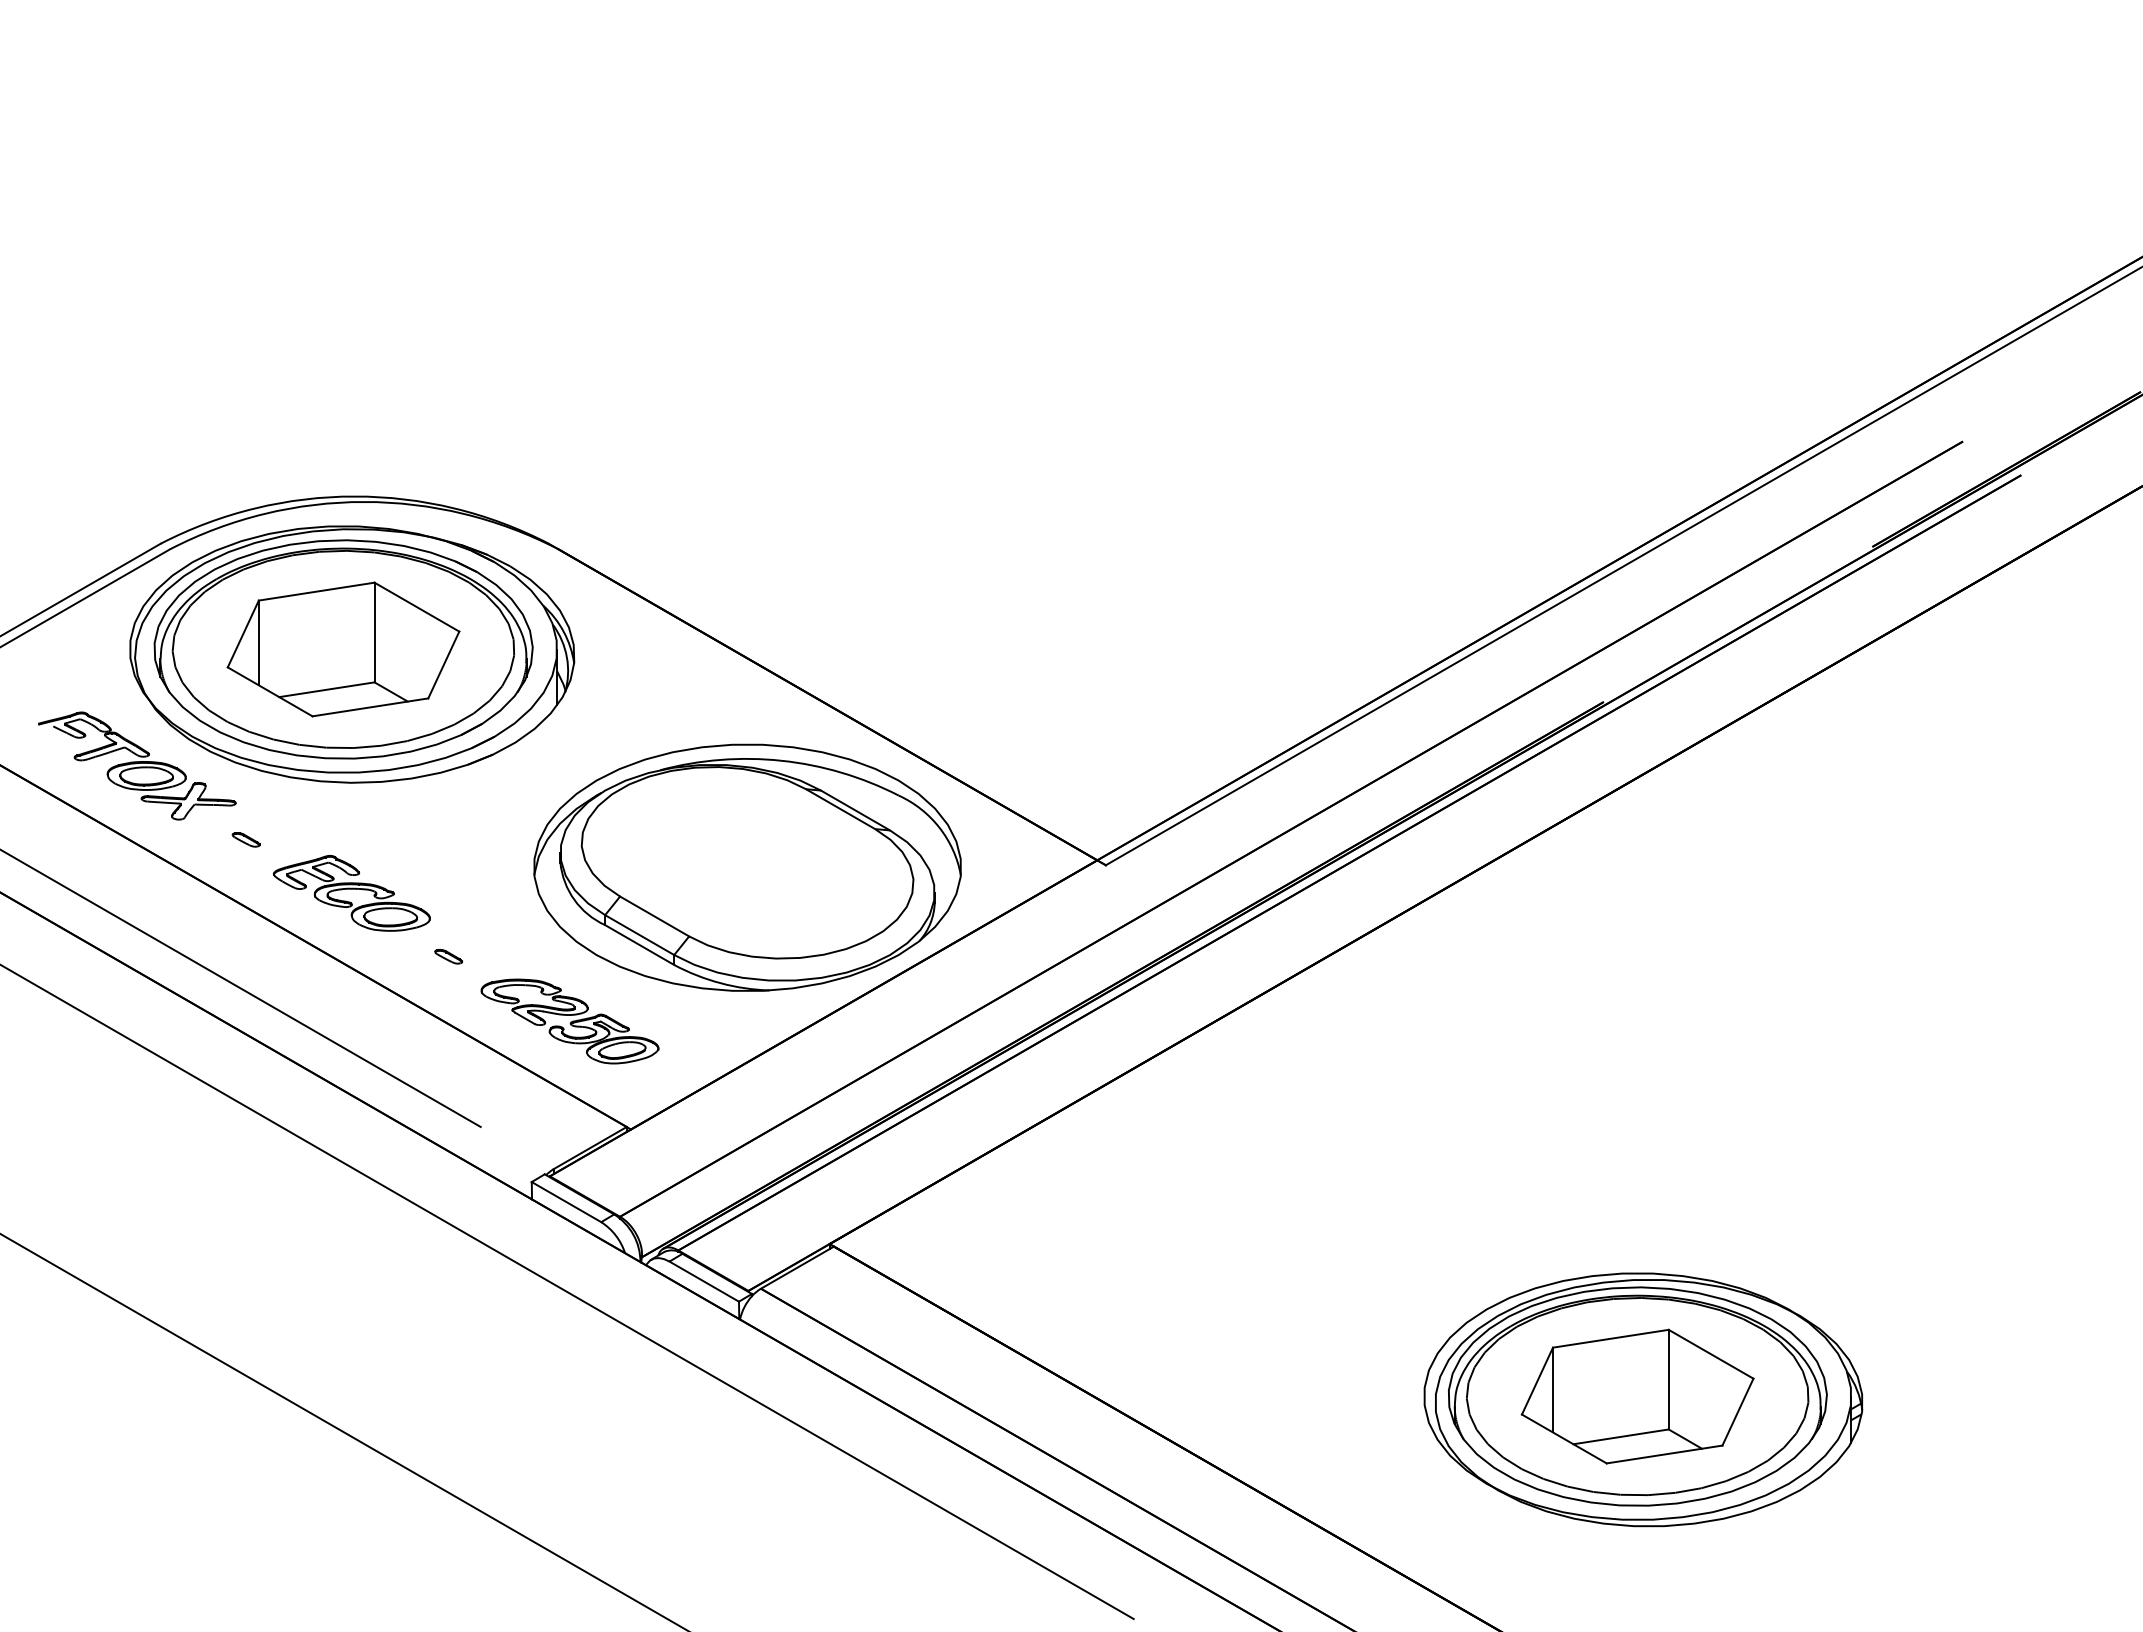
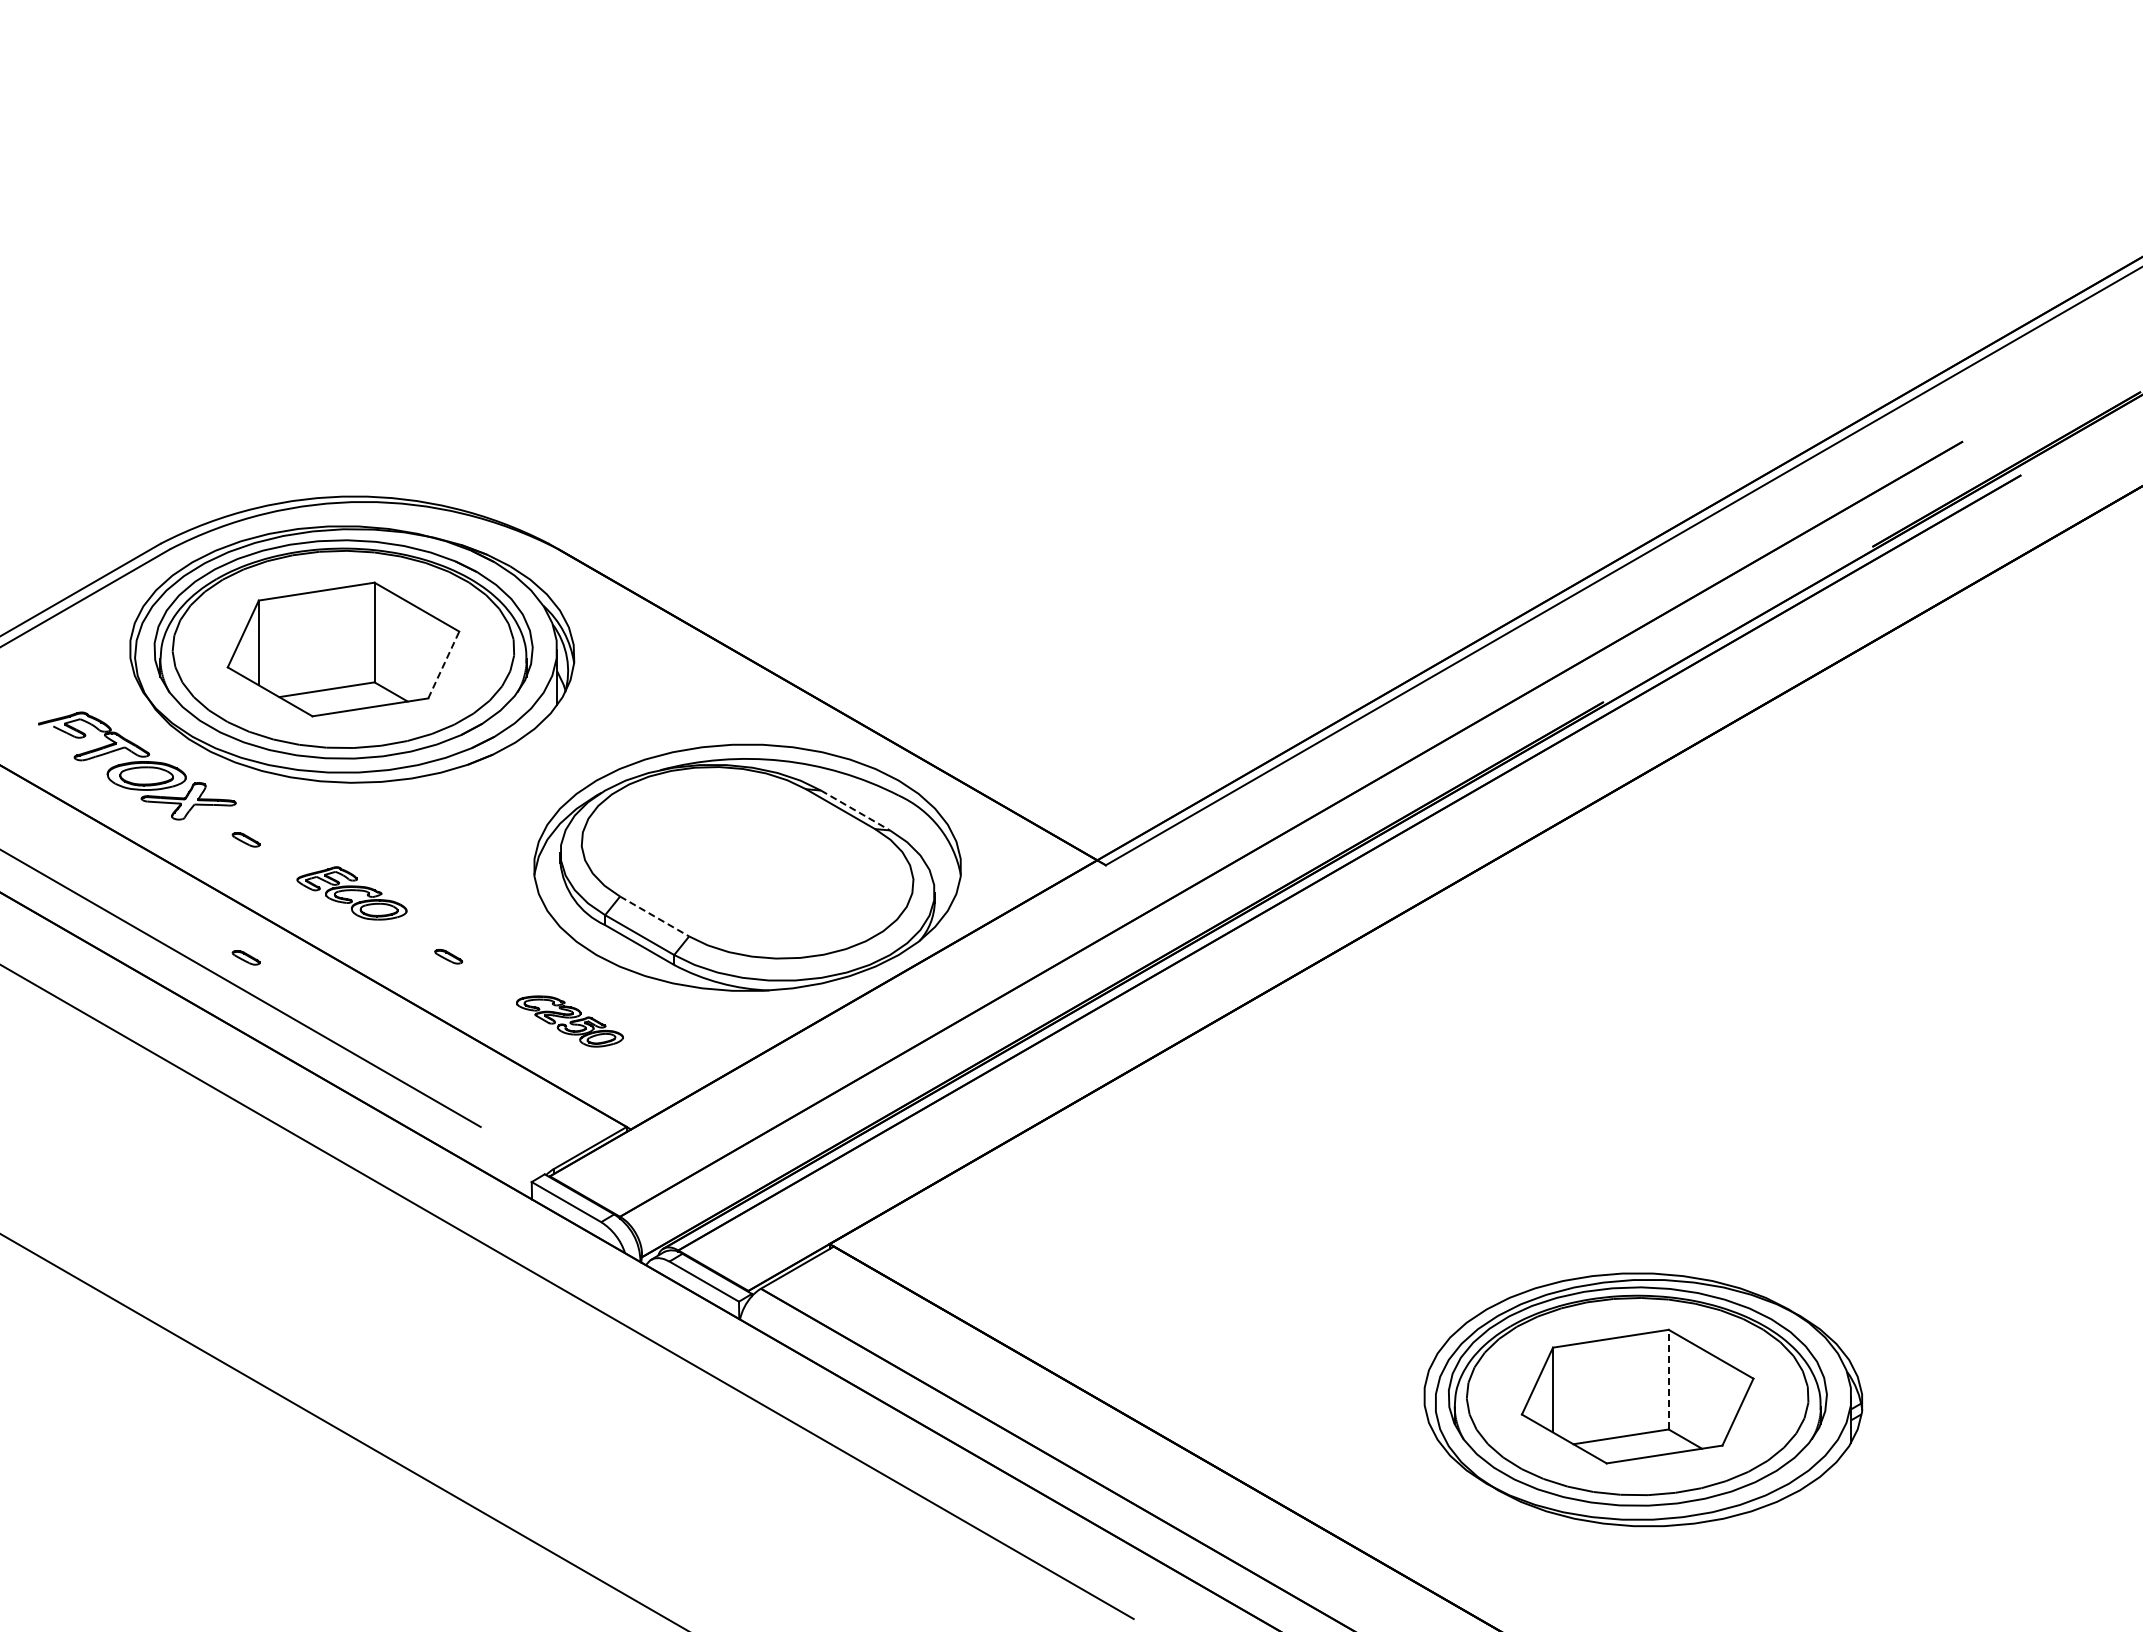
line at (443, 665): solid -> dashed
line at (855, 810): solid -> dashed
part at (351, 893) size: 158x77 px -> 112x55 px
line at (654, 916): solid -> dashed
part at (245, 957): none -> present
part at (569, 1021) size: 180x87 px -> 108x53 px
line at (1668, 1379): solid -> dashed
